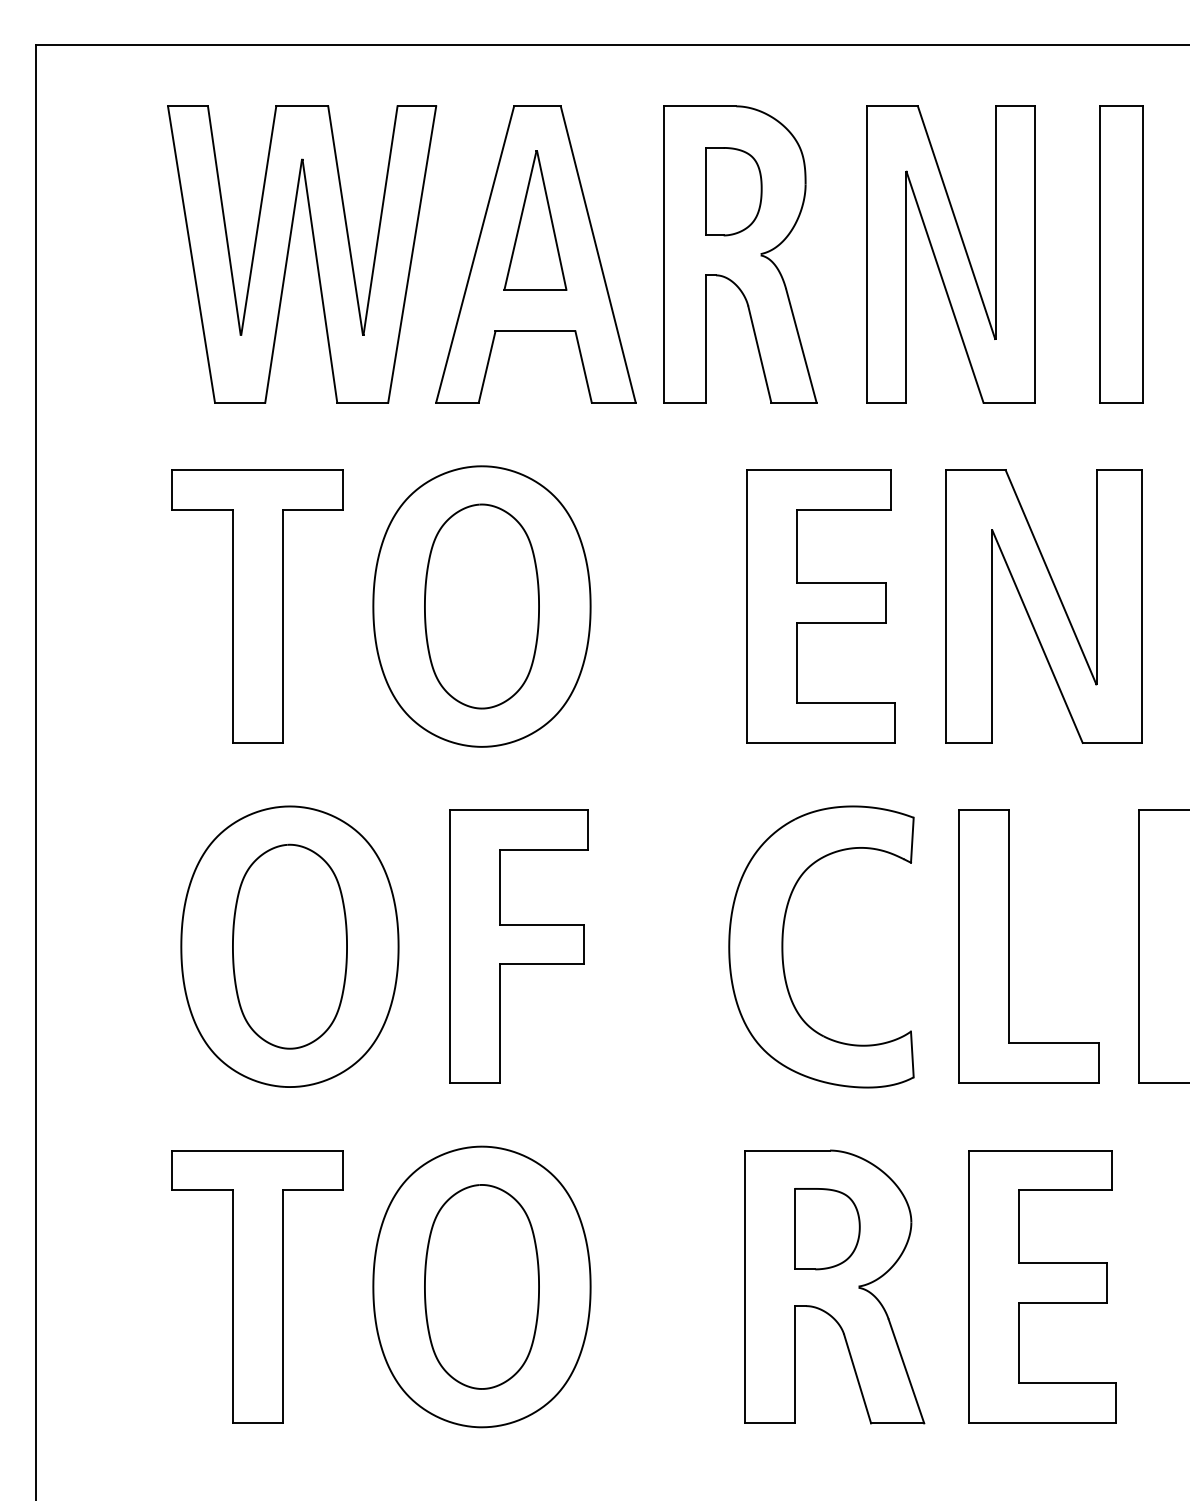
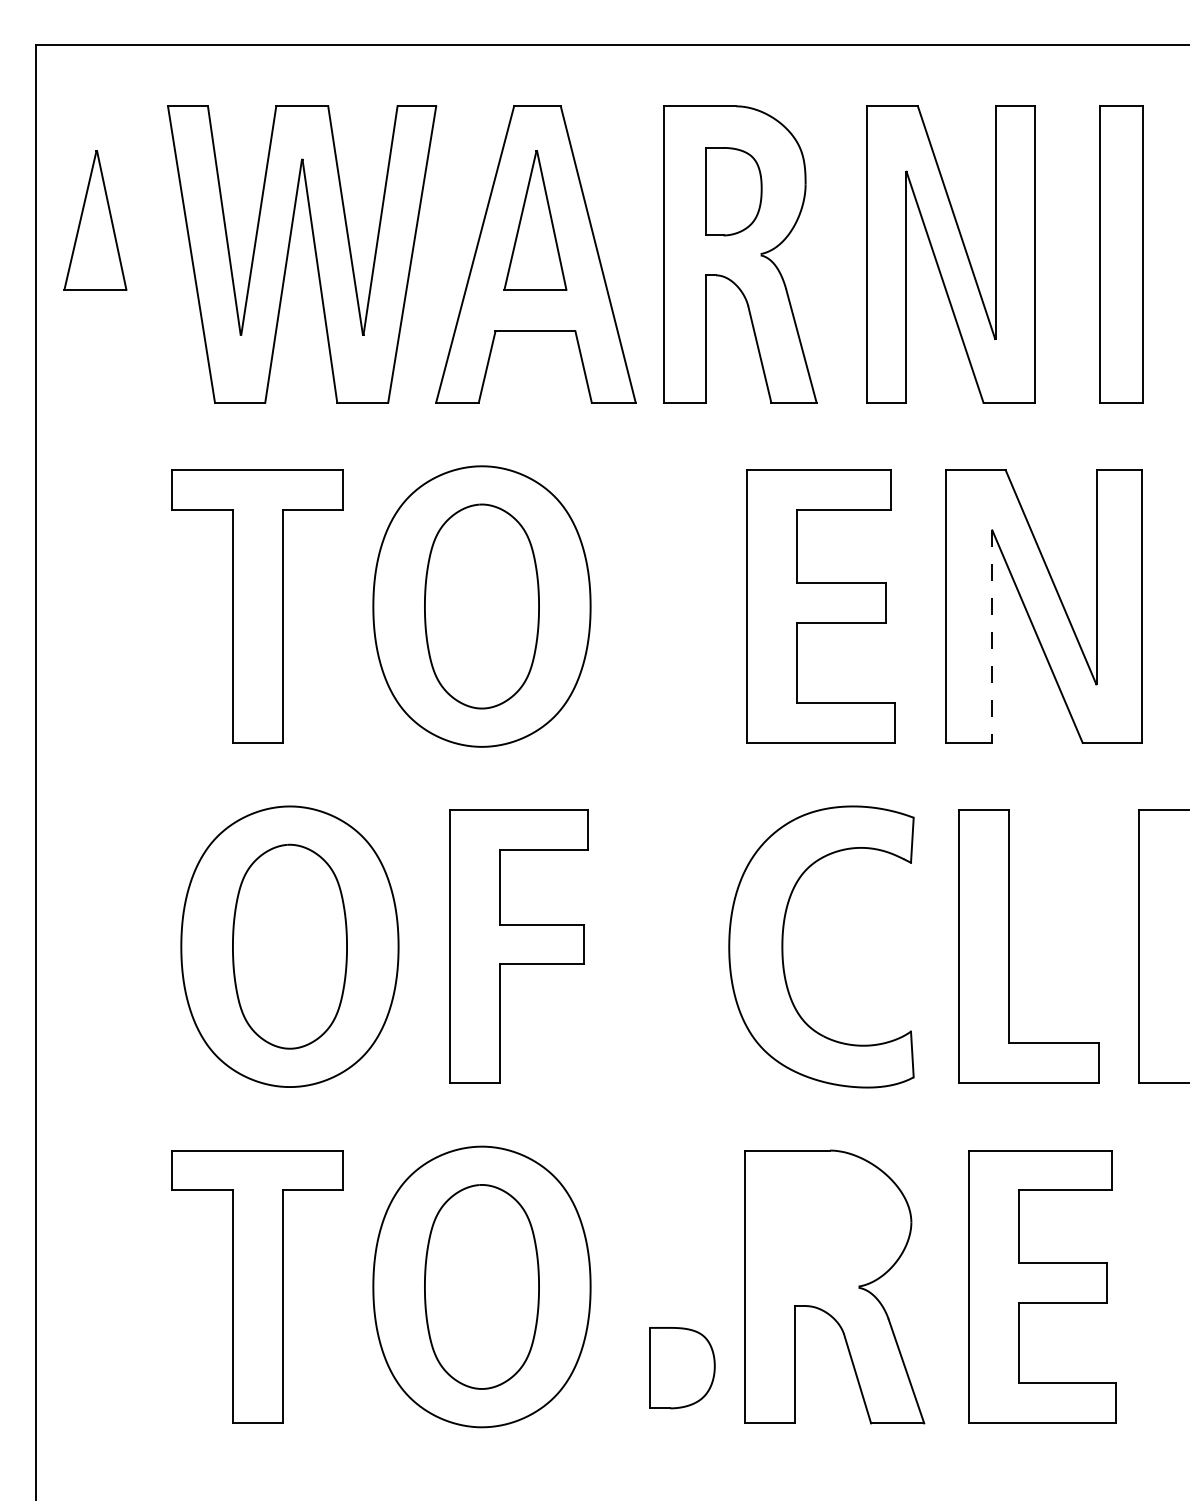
part at (95, 220): none -> present
line at (991, 637): solid -> dashed
part at (827, 1229) position: (827, 1229) -> (682, 1368)
